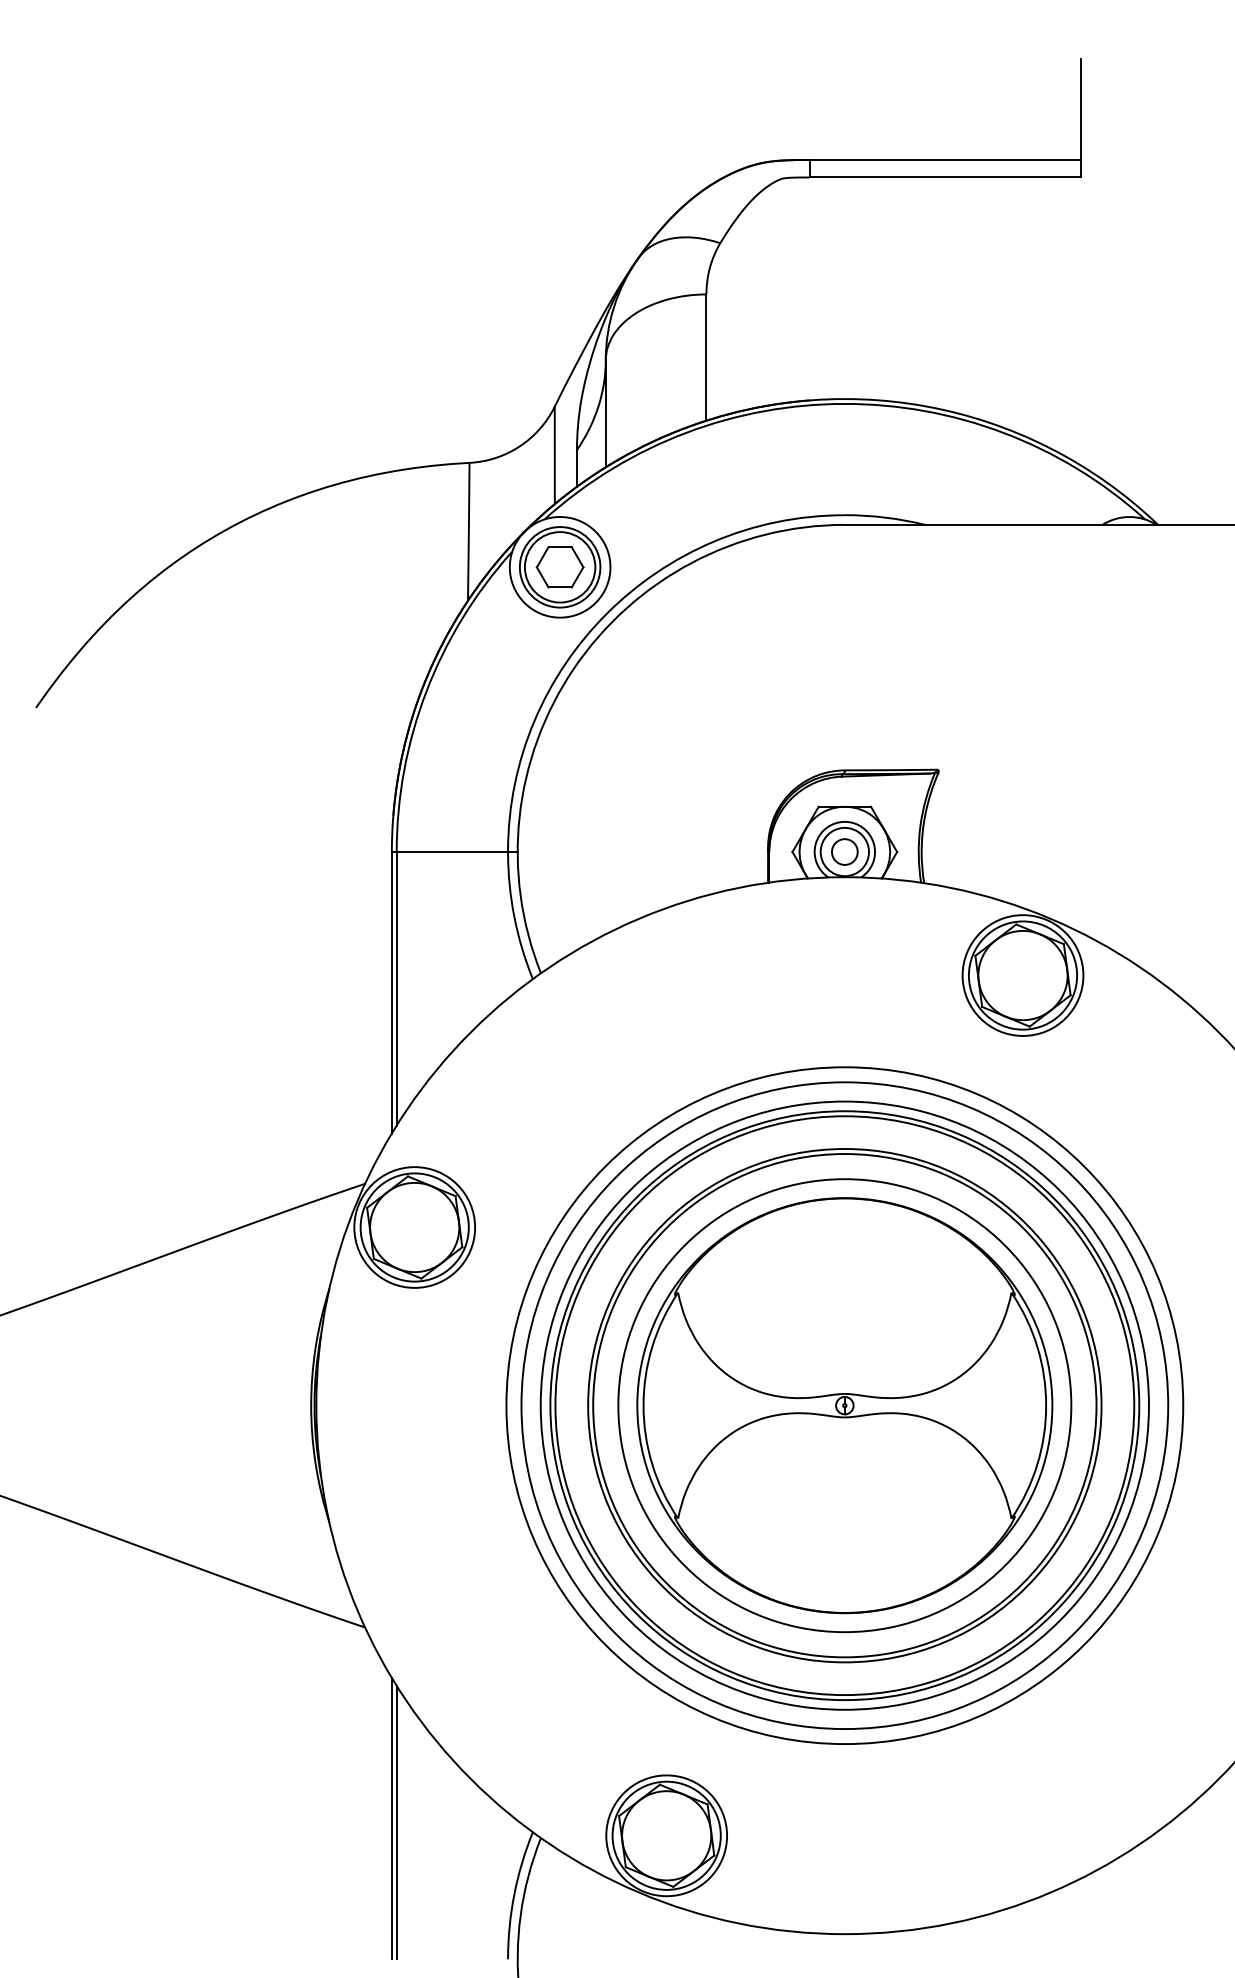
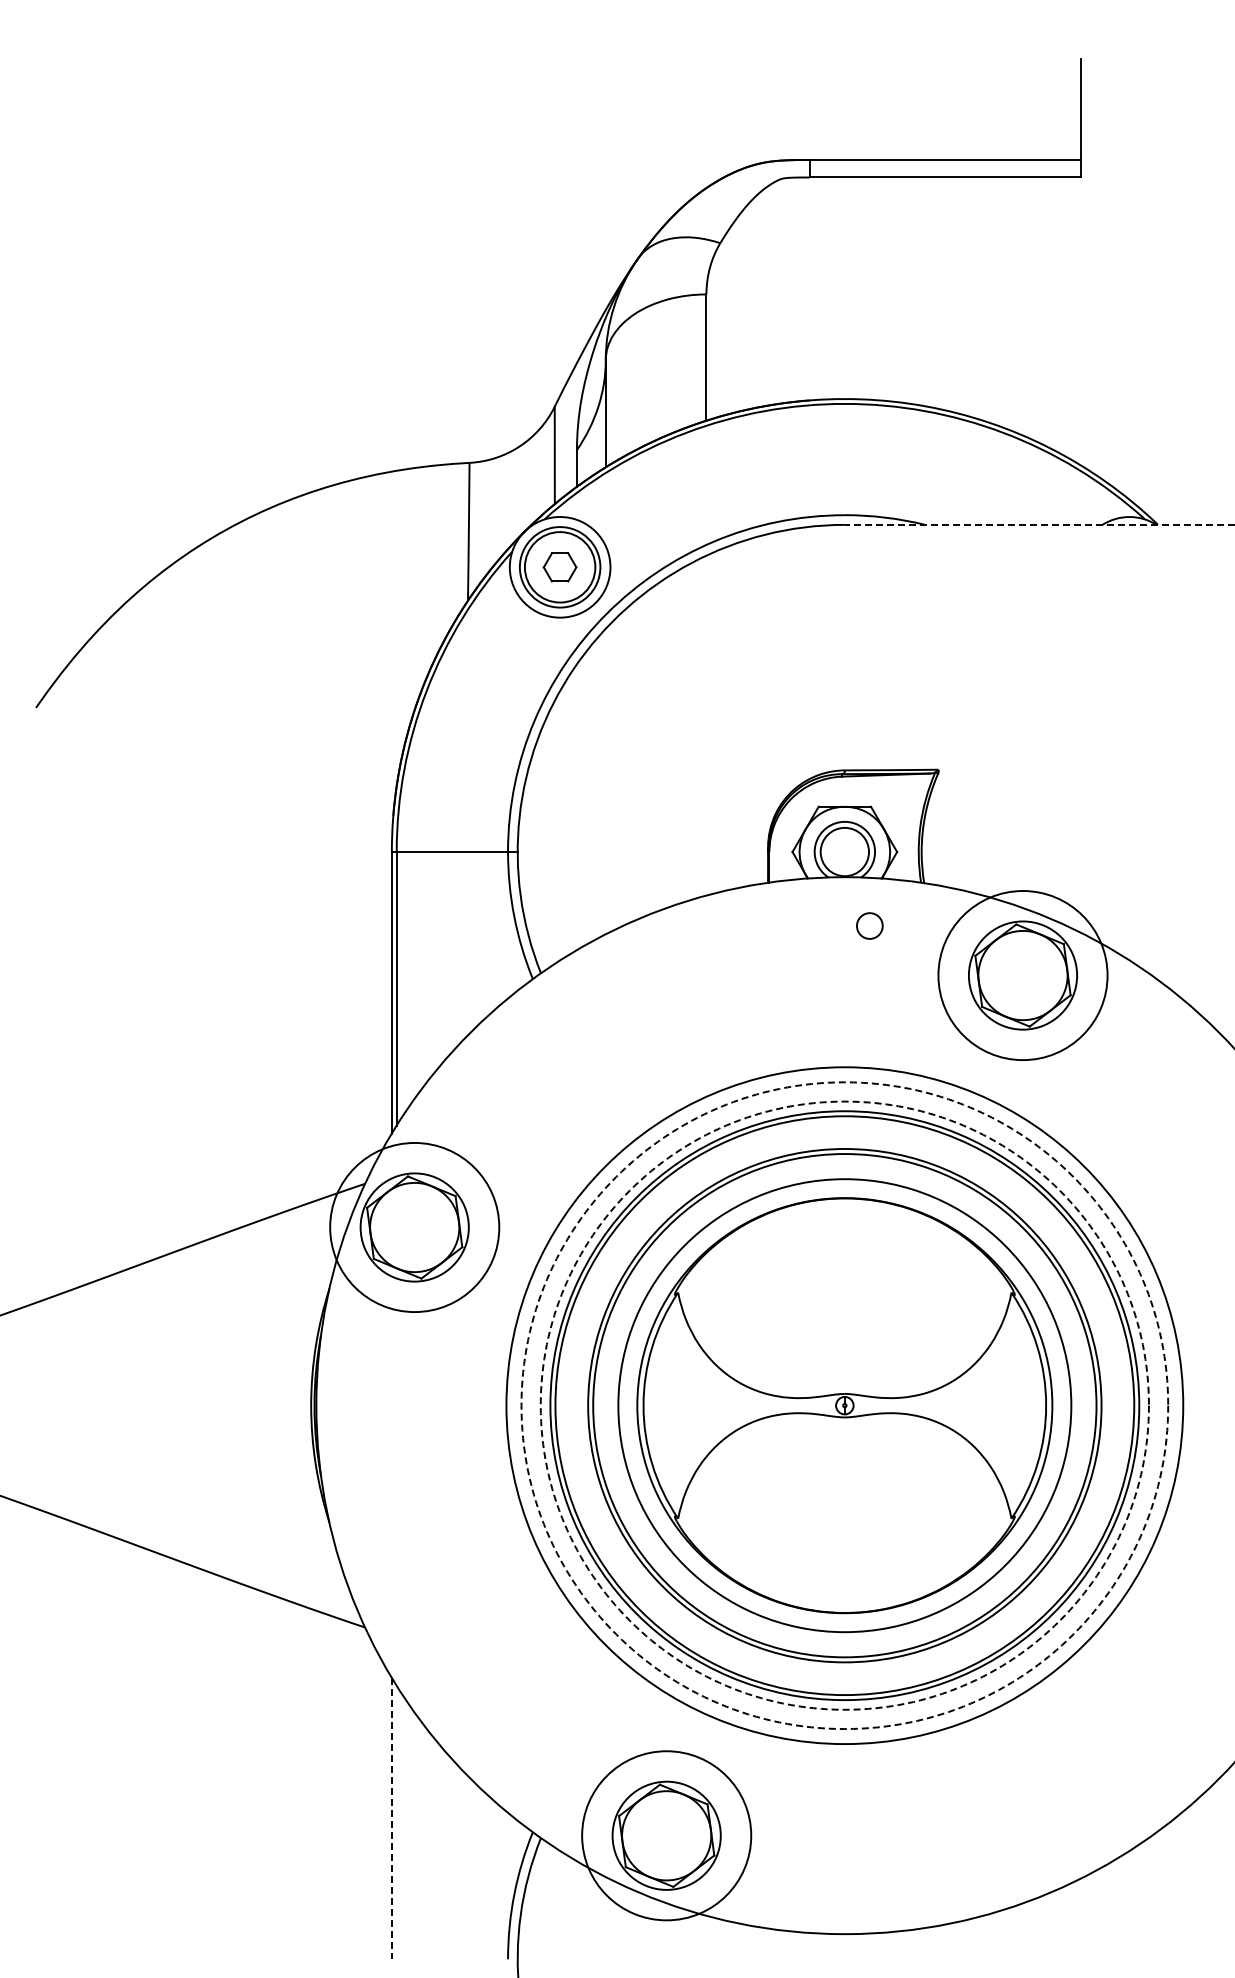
line at (1039, 524): solid -> dashed
part at (559, 567) size: 50x43 px -> 36x31 px
circle at (844, 851) position: (844, 851) -> (869, 925)
circle at (1022, 975) diameter: 121 px -> 169 px
circle at (414, 1227) diameter: 121 px -> 169 px
circle at (844, 1405): solid -> dashed
circle at (844, 1405): solid -> dashed
line at (391, 1818): solid -> dashed
line at (396, 1822): present -> none
circle at (666, 1835) diameter: 121 px -> 169 px
